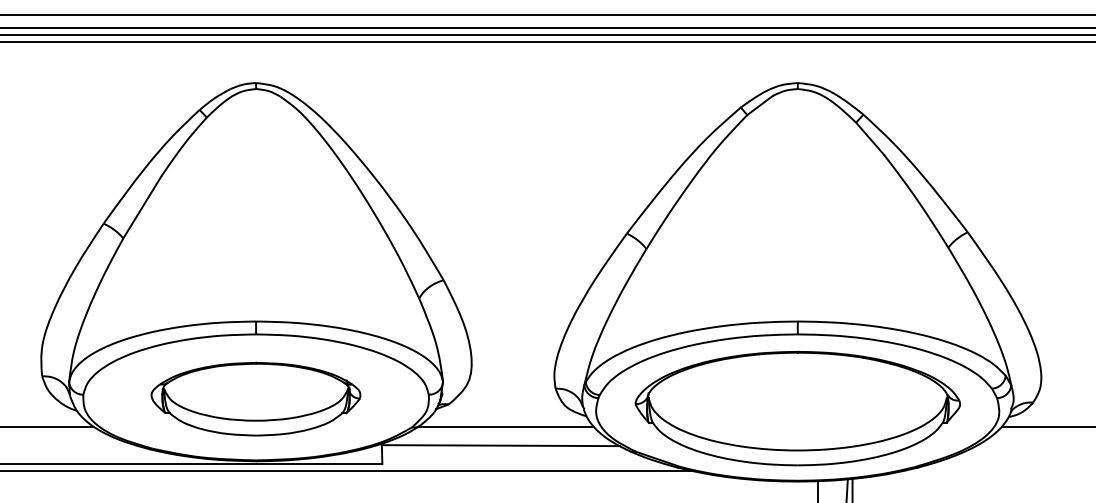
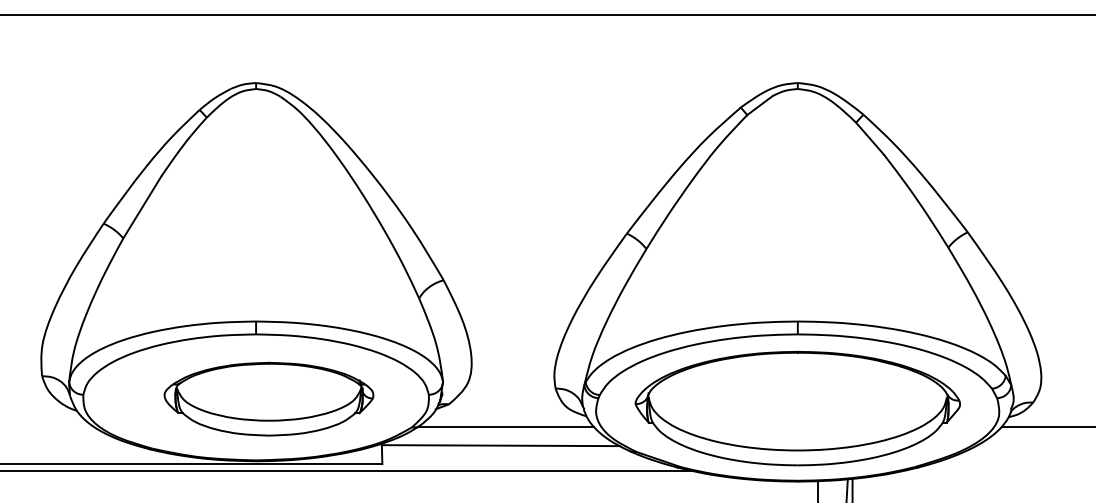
line at (547, 27): present -> none
line at (547, 34): present -> none
line at (547, 42): present -> none
part at (255, 398) position: (255, 398) -> (268, 398)
line at (48, 427): present -> none
